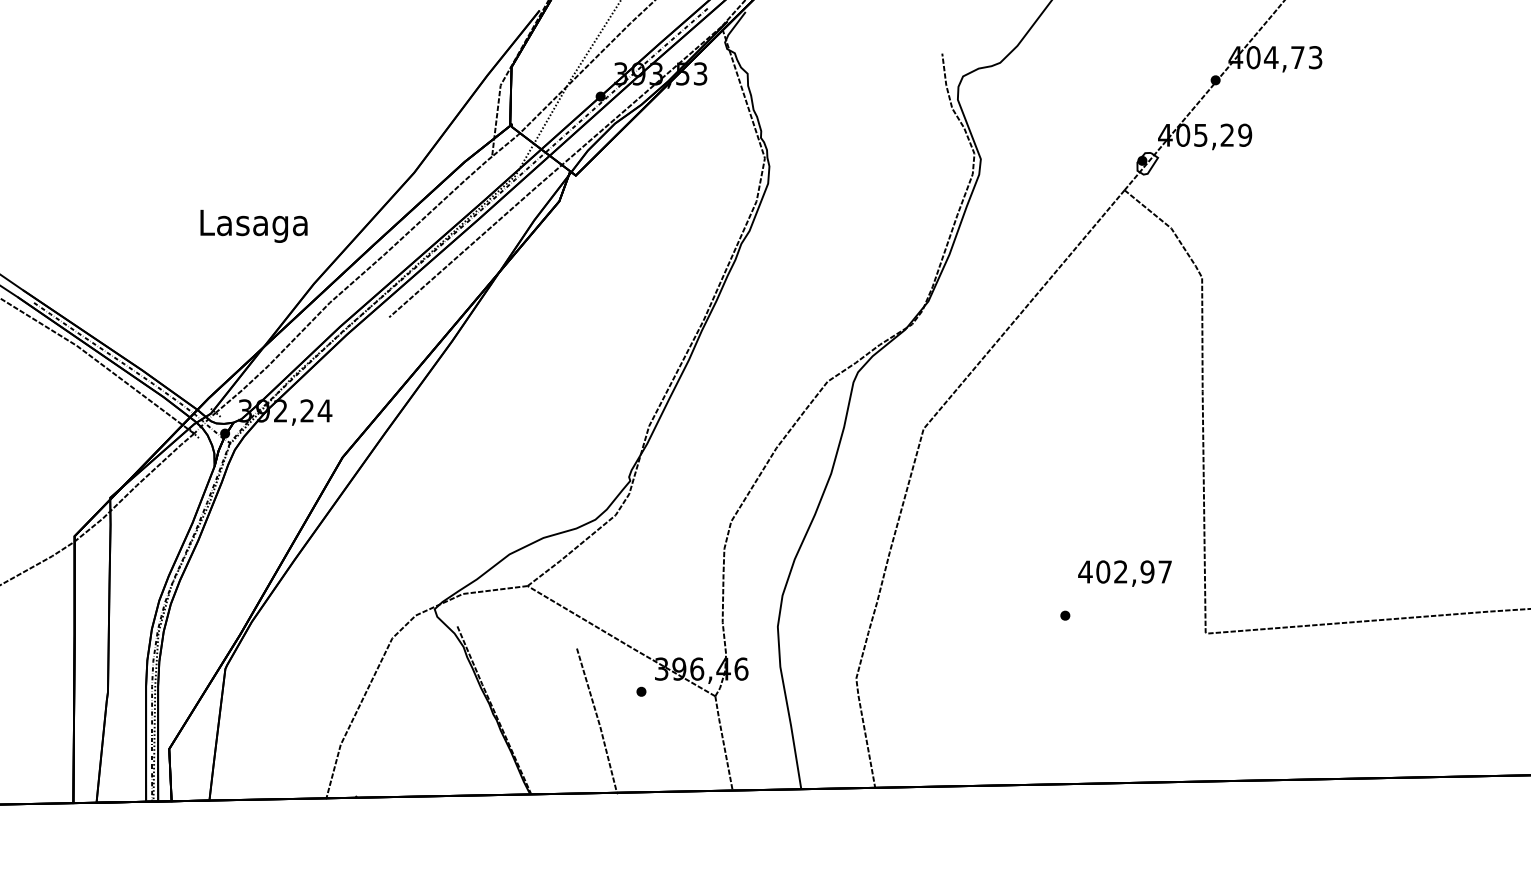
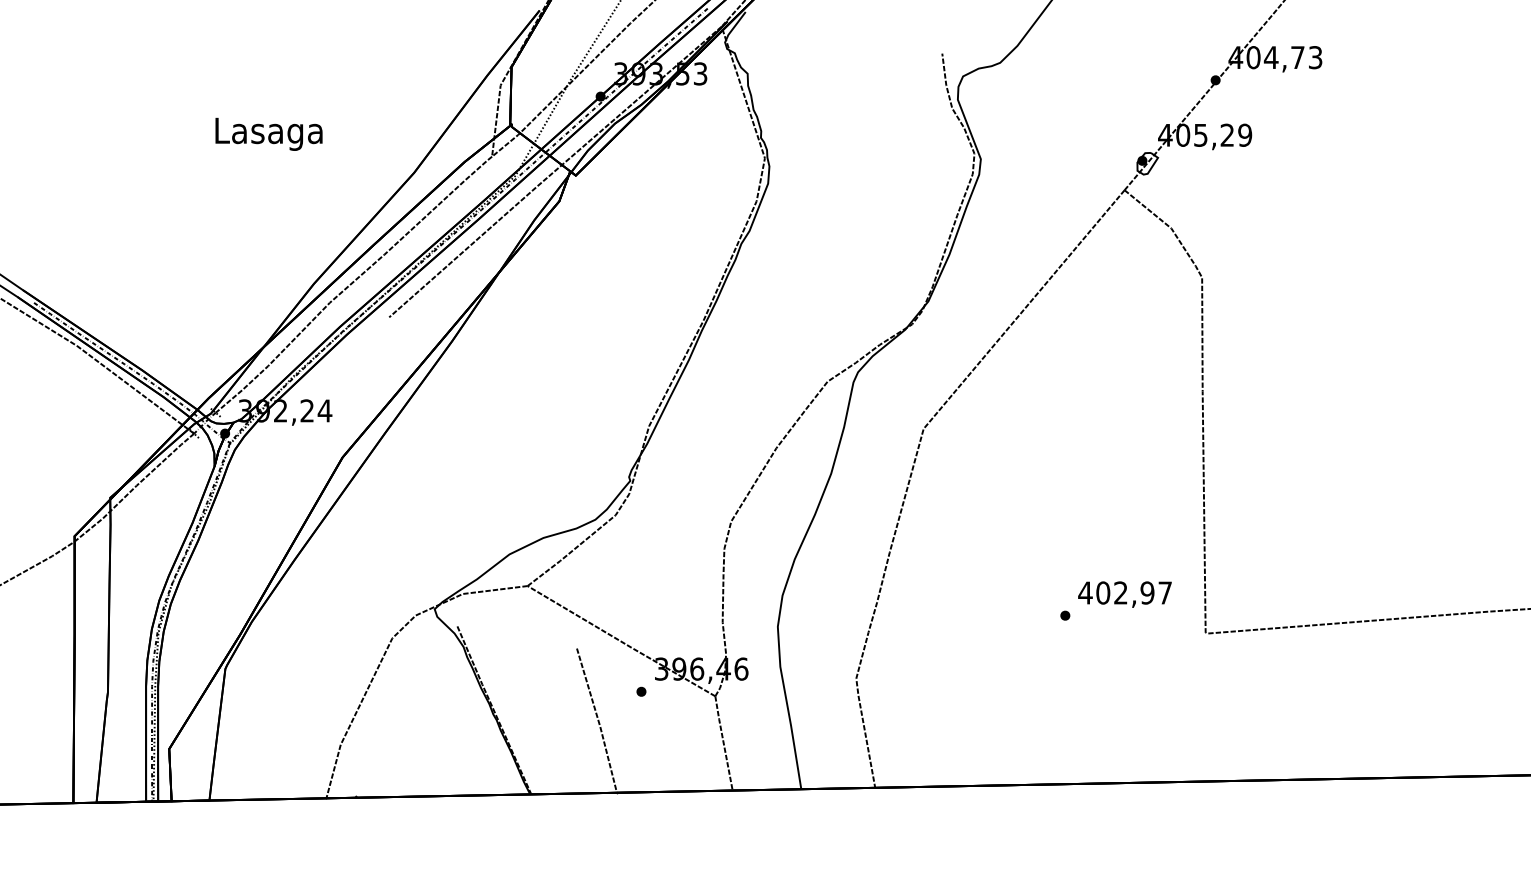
text at (253, 225) position: (253, 225) -> (268, 133)
text at (1124, 573) position: (1124, 573) -> (1124, 594)
